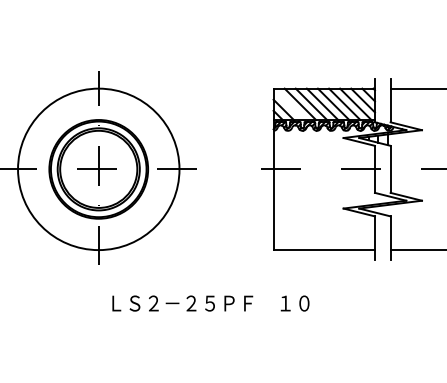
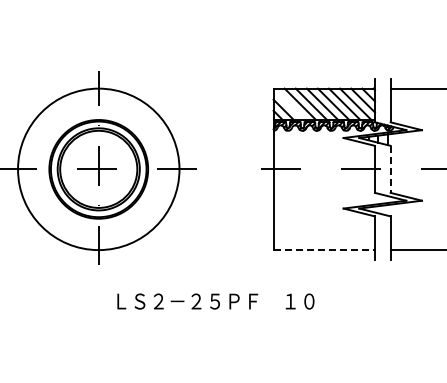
line at (390, 169): solid -> dashed
line at (324, 250): solid -> dashed
text at (210, 303) position: (210, 303) -> (215, 301)
